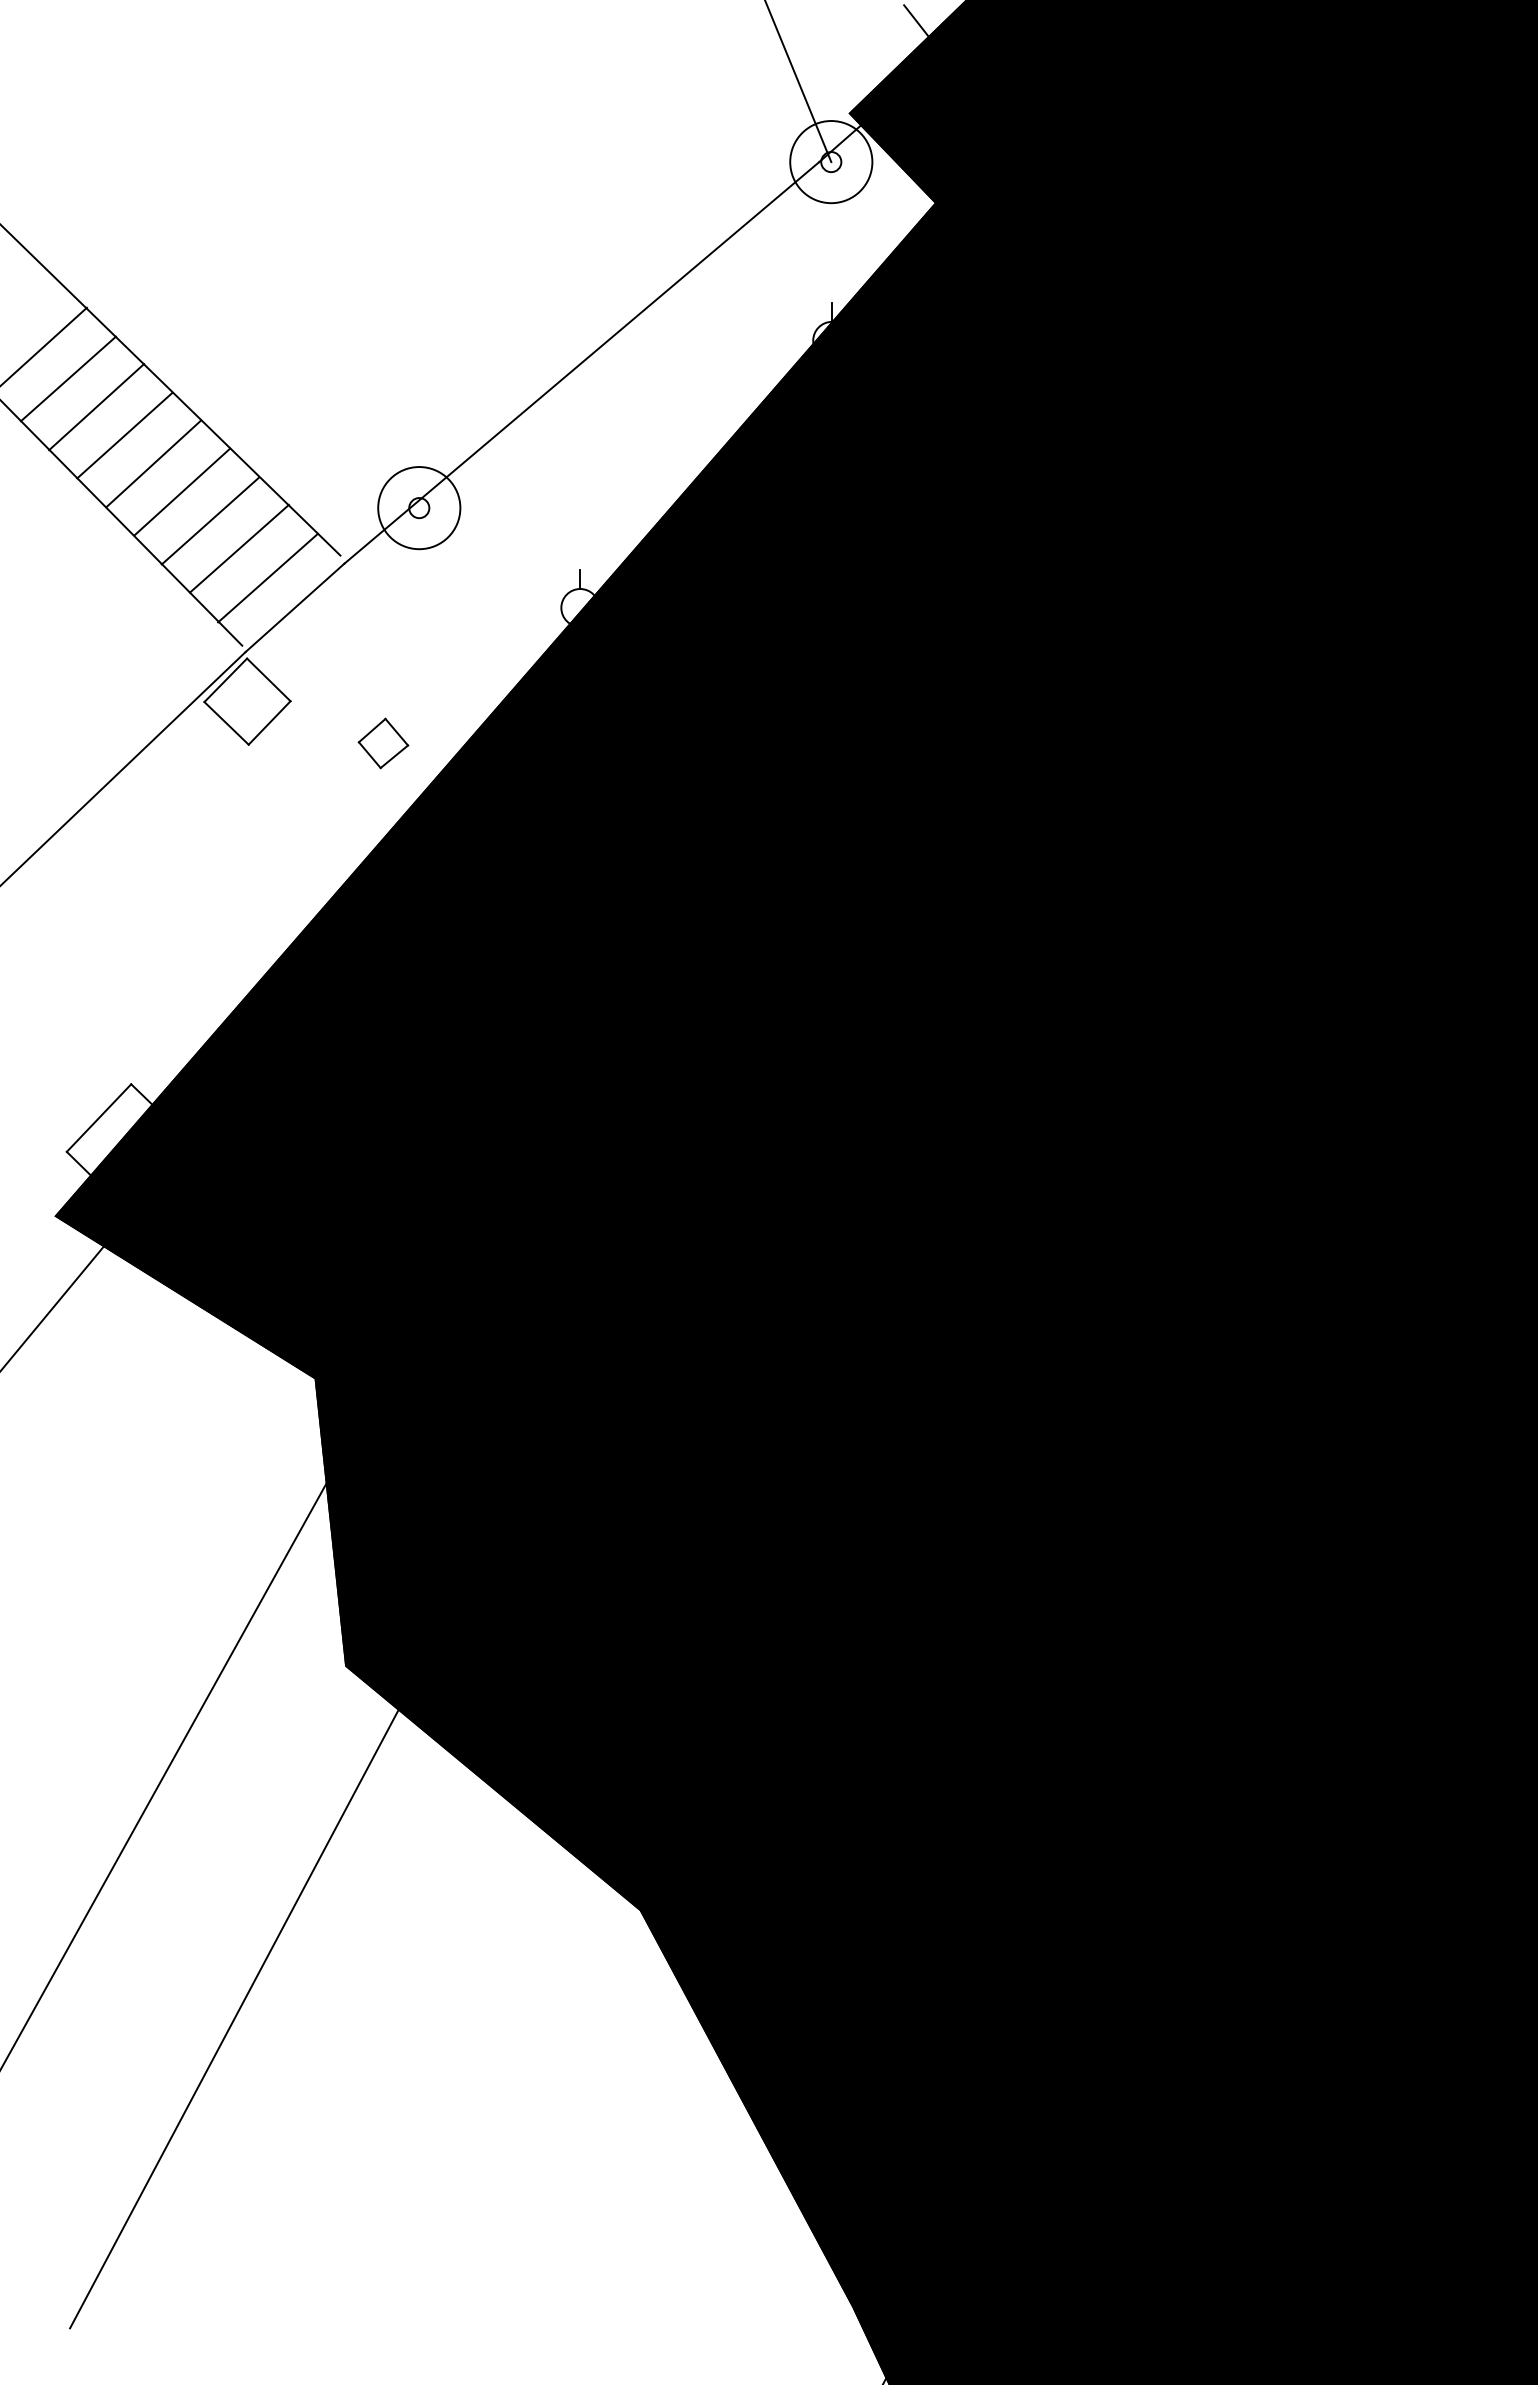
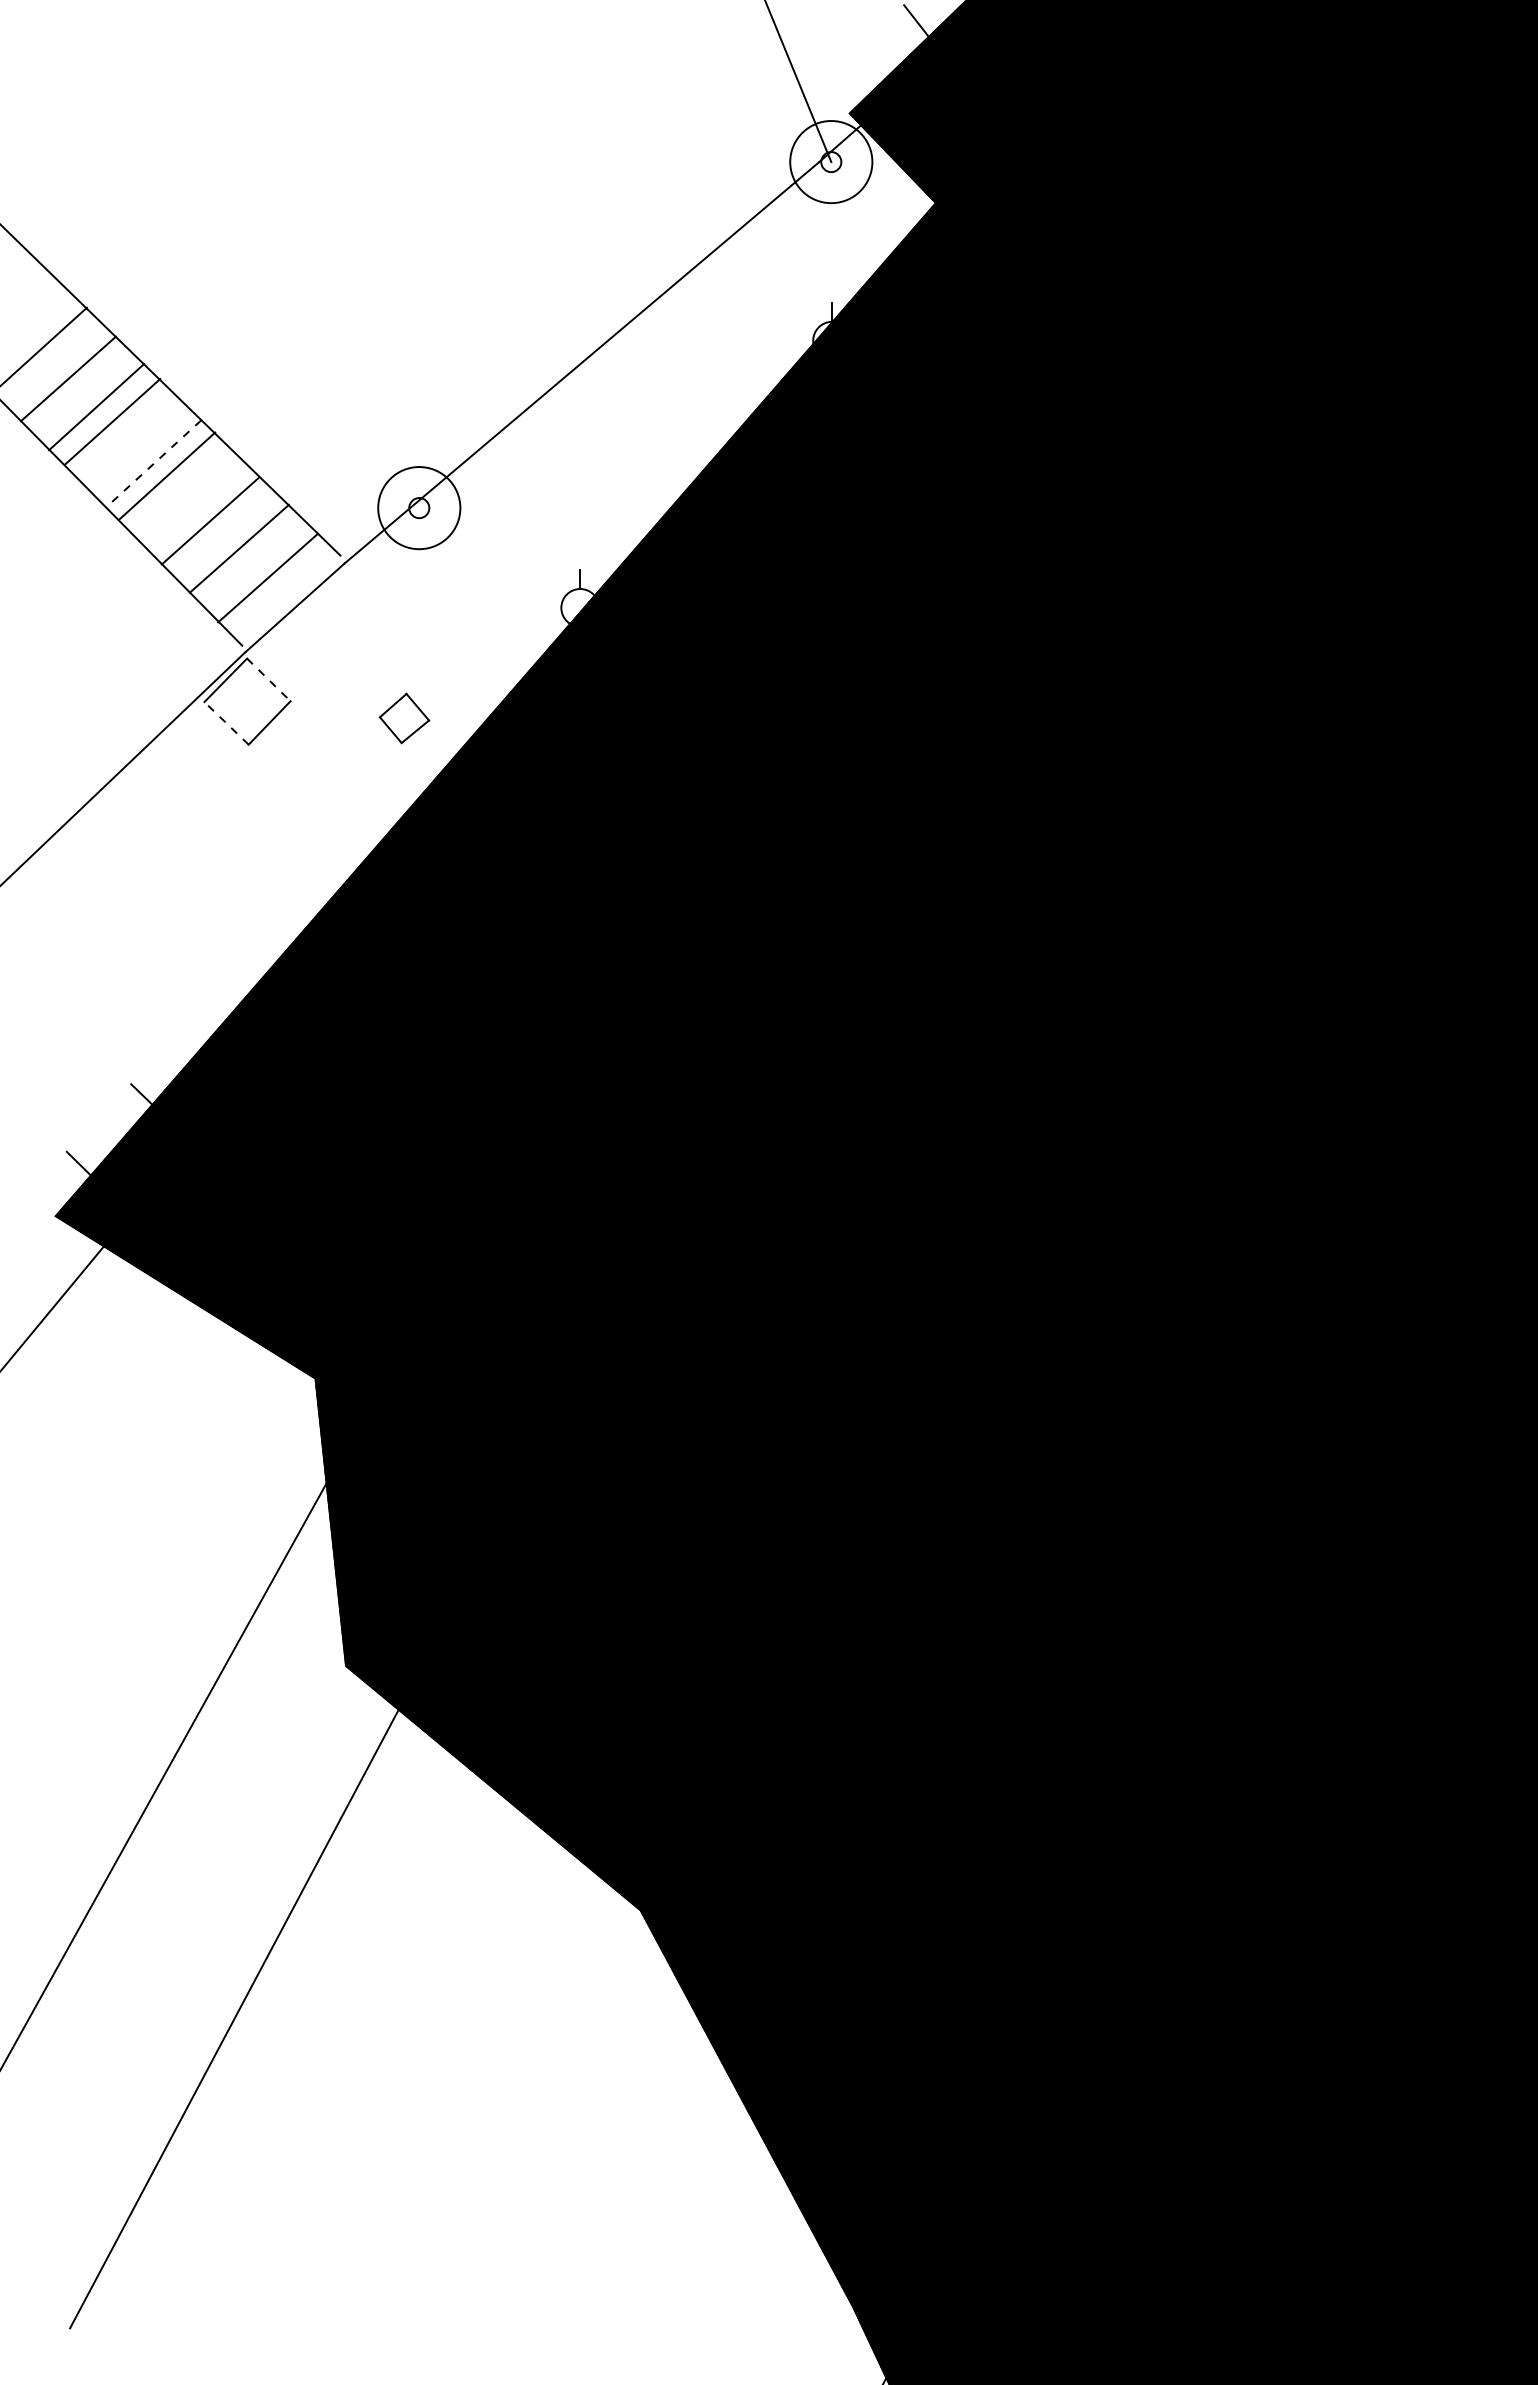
line at (124, 435) position: (124, 435) -> (112, 421)
line at (153, 464): solid -> dashed
line at (182, 491) position: (182, 491) -> (167, 475)
line at (269, 680): solid -> dashed
line at (226, 723): solid -> dashed
part at (383, 743) position: (383, 743) -> (404, 718)
line at (98, 1117): present -> none
